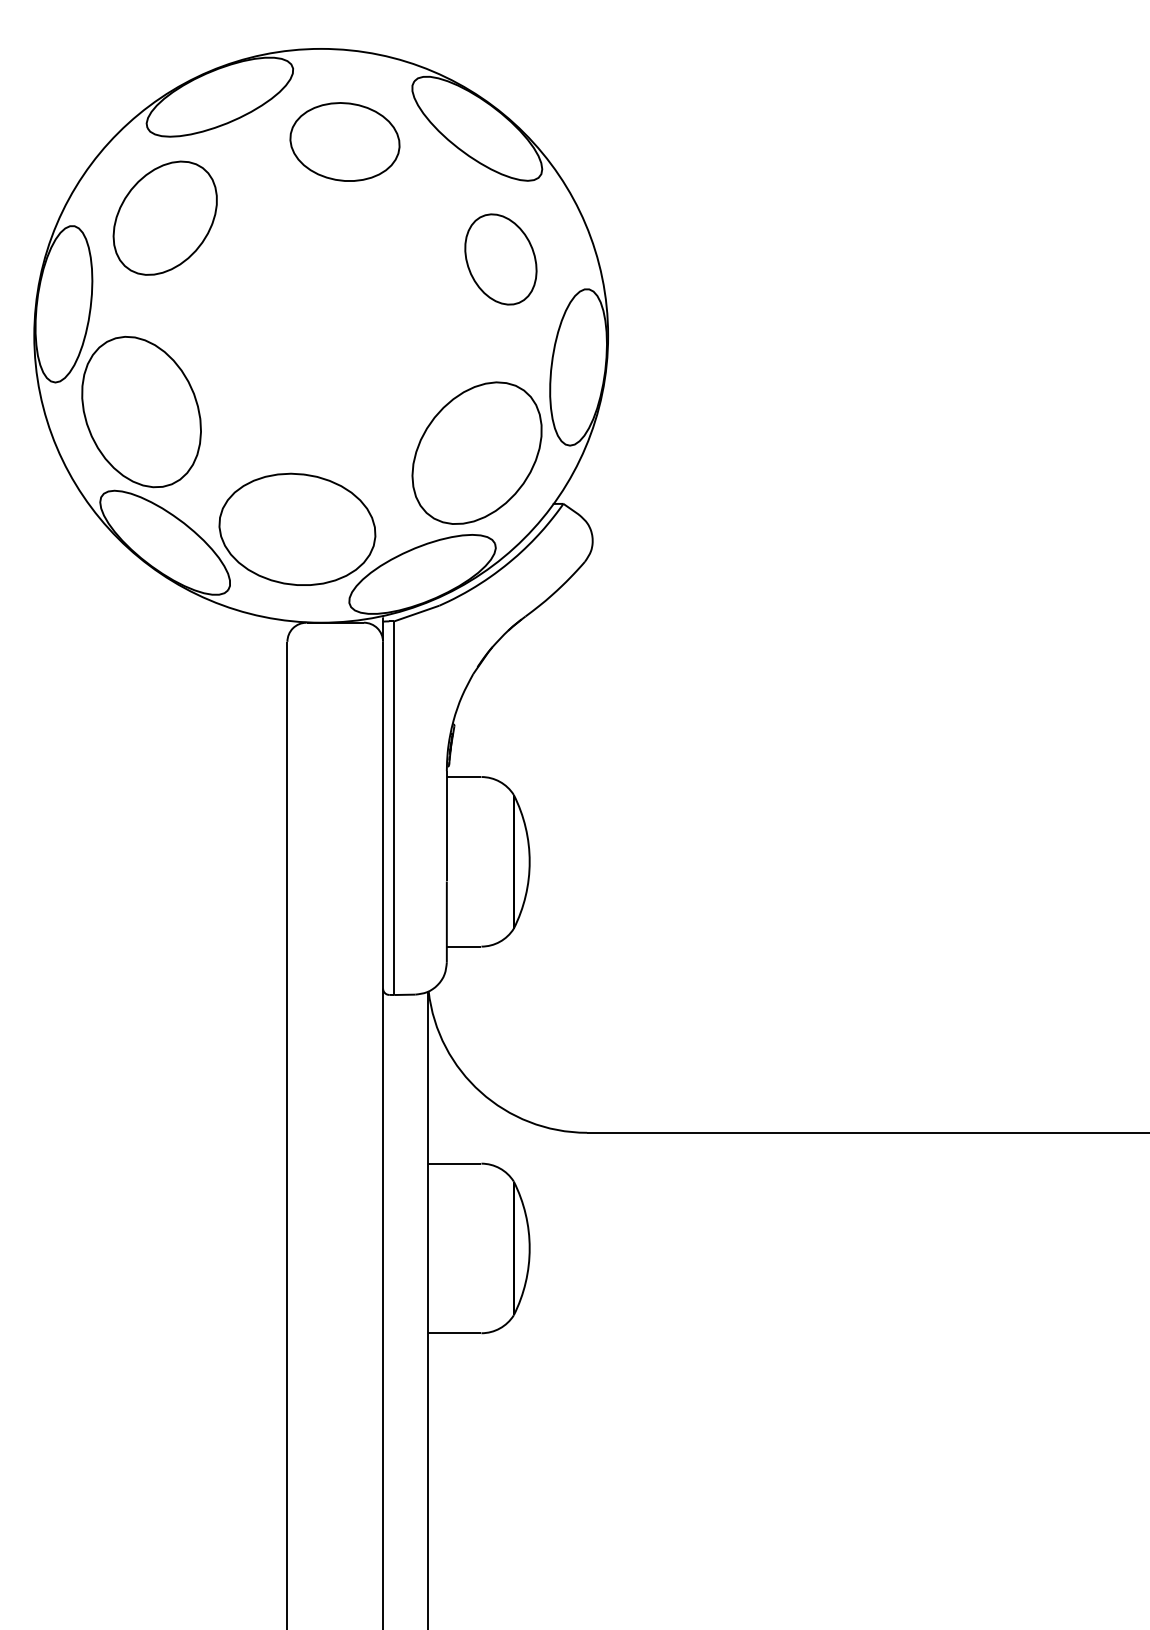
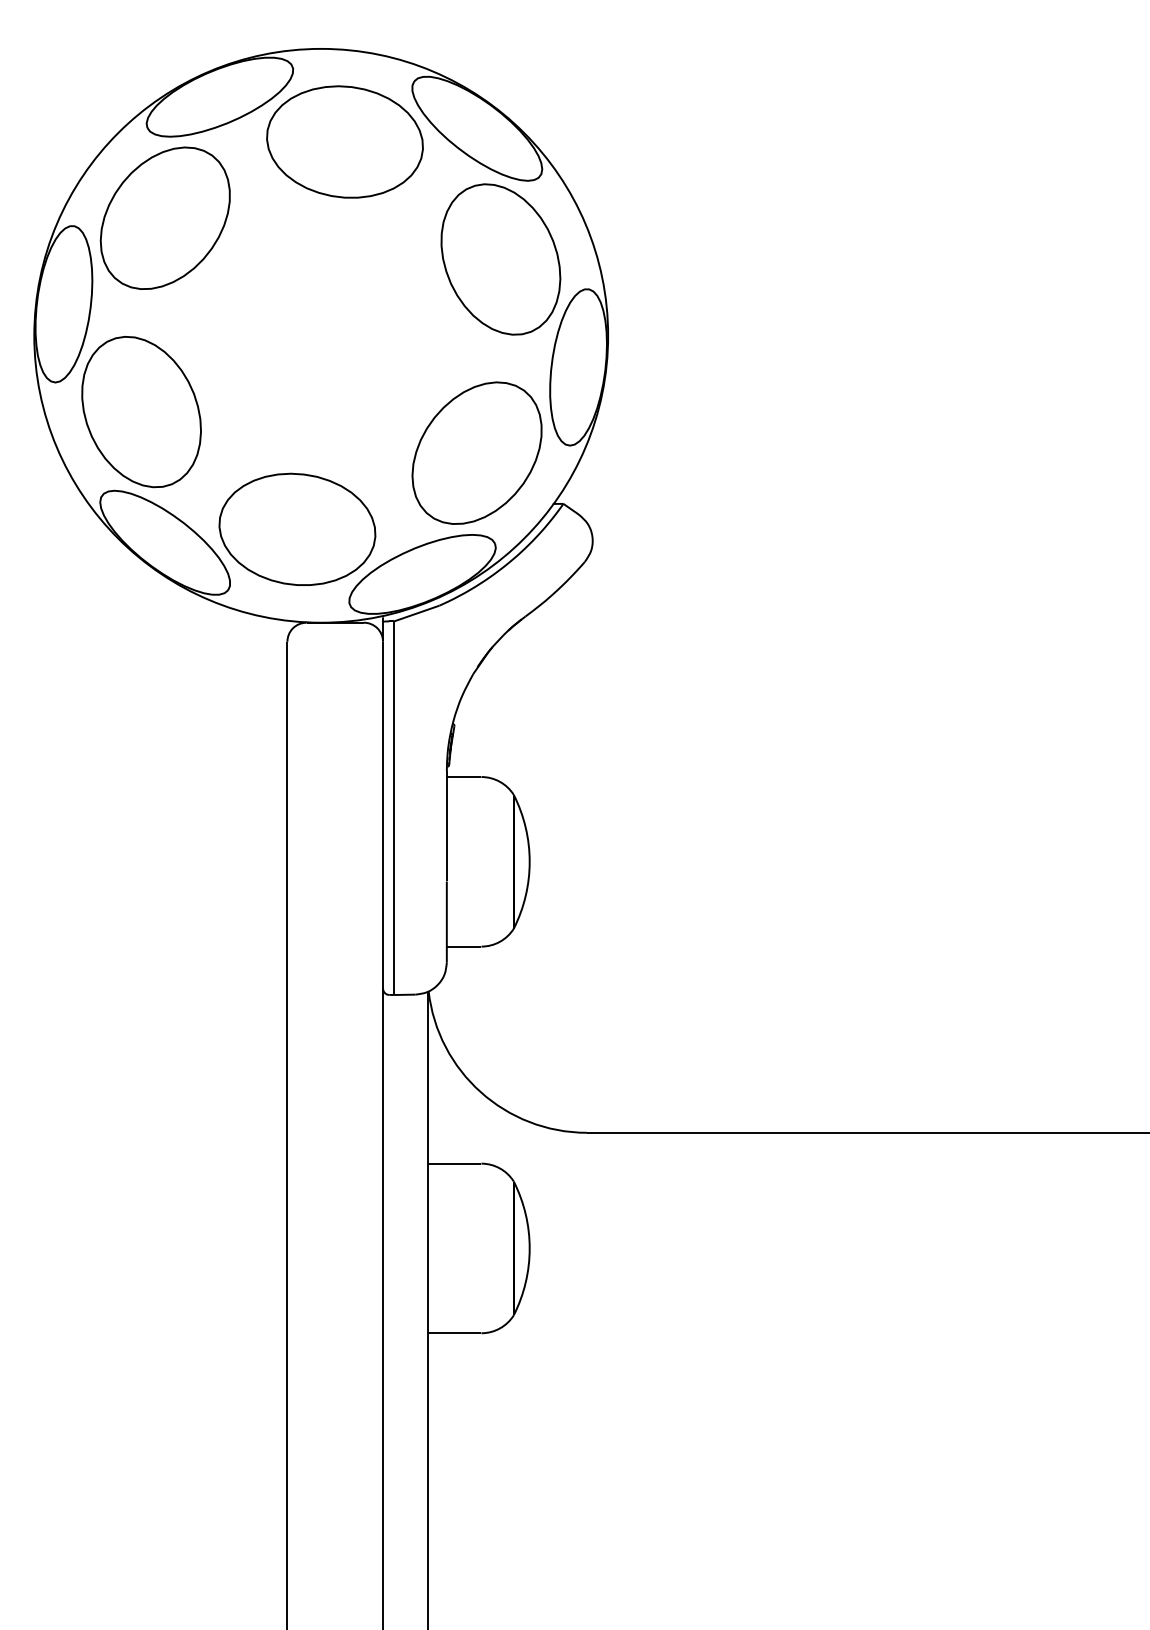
part at (344, 141) size: 112x80 px -> 158x114 px
part at (164, 217) size: 106x116 px -> 132x144 px
part at (500, 259) size: 74x93 px -> 122x153 px
